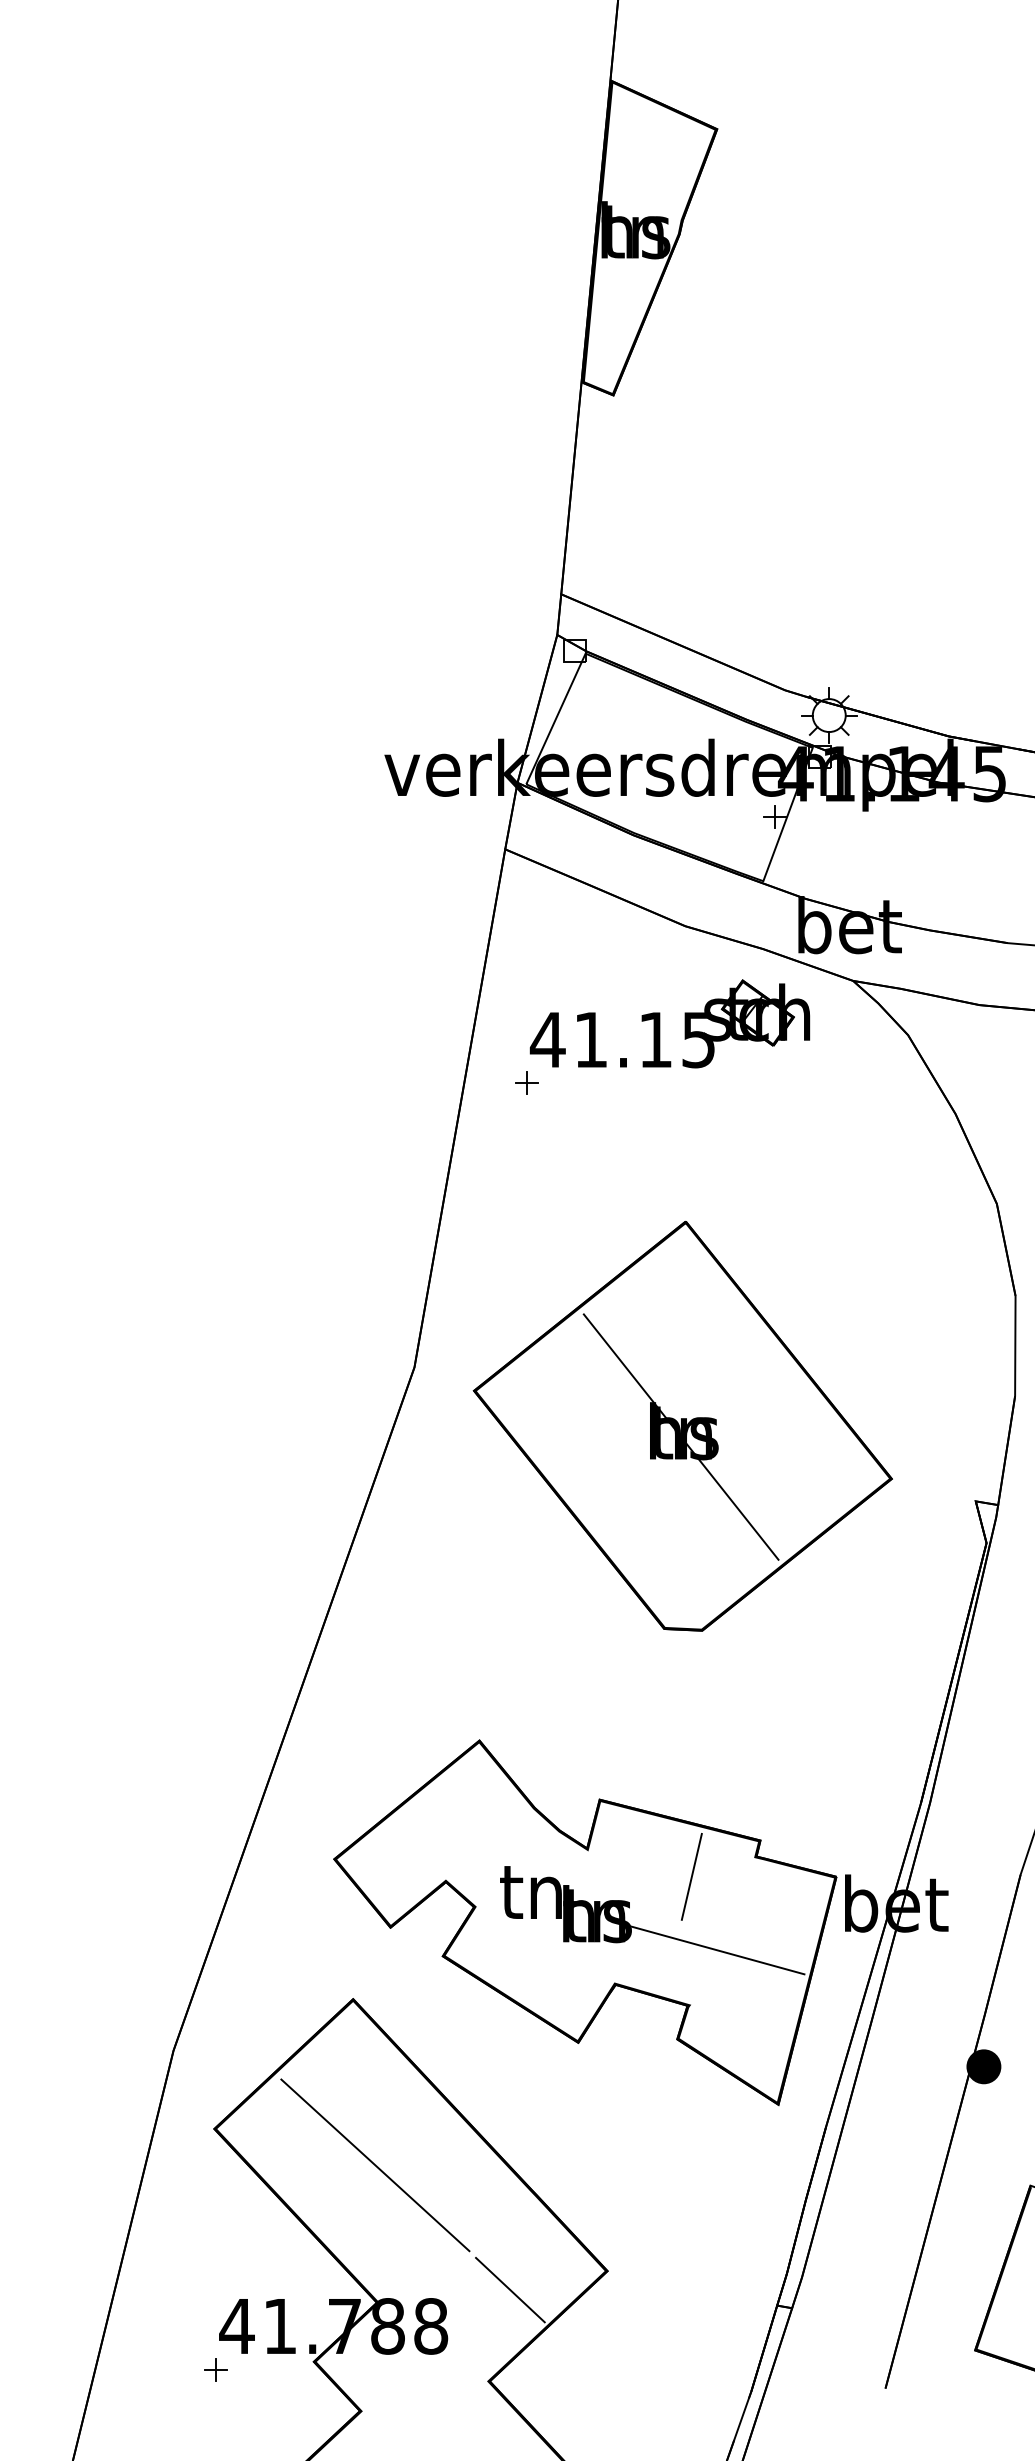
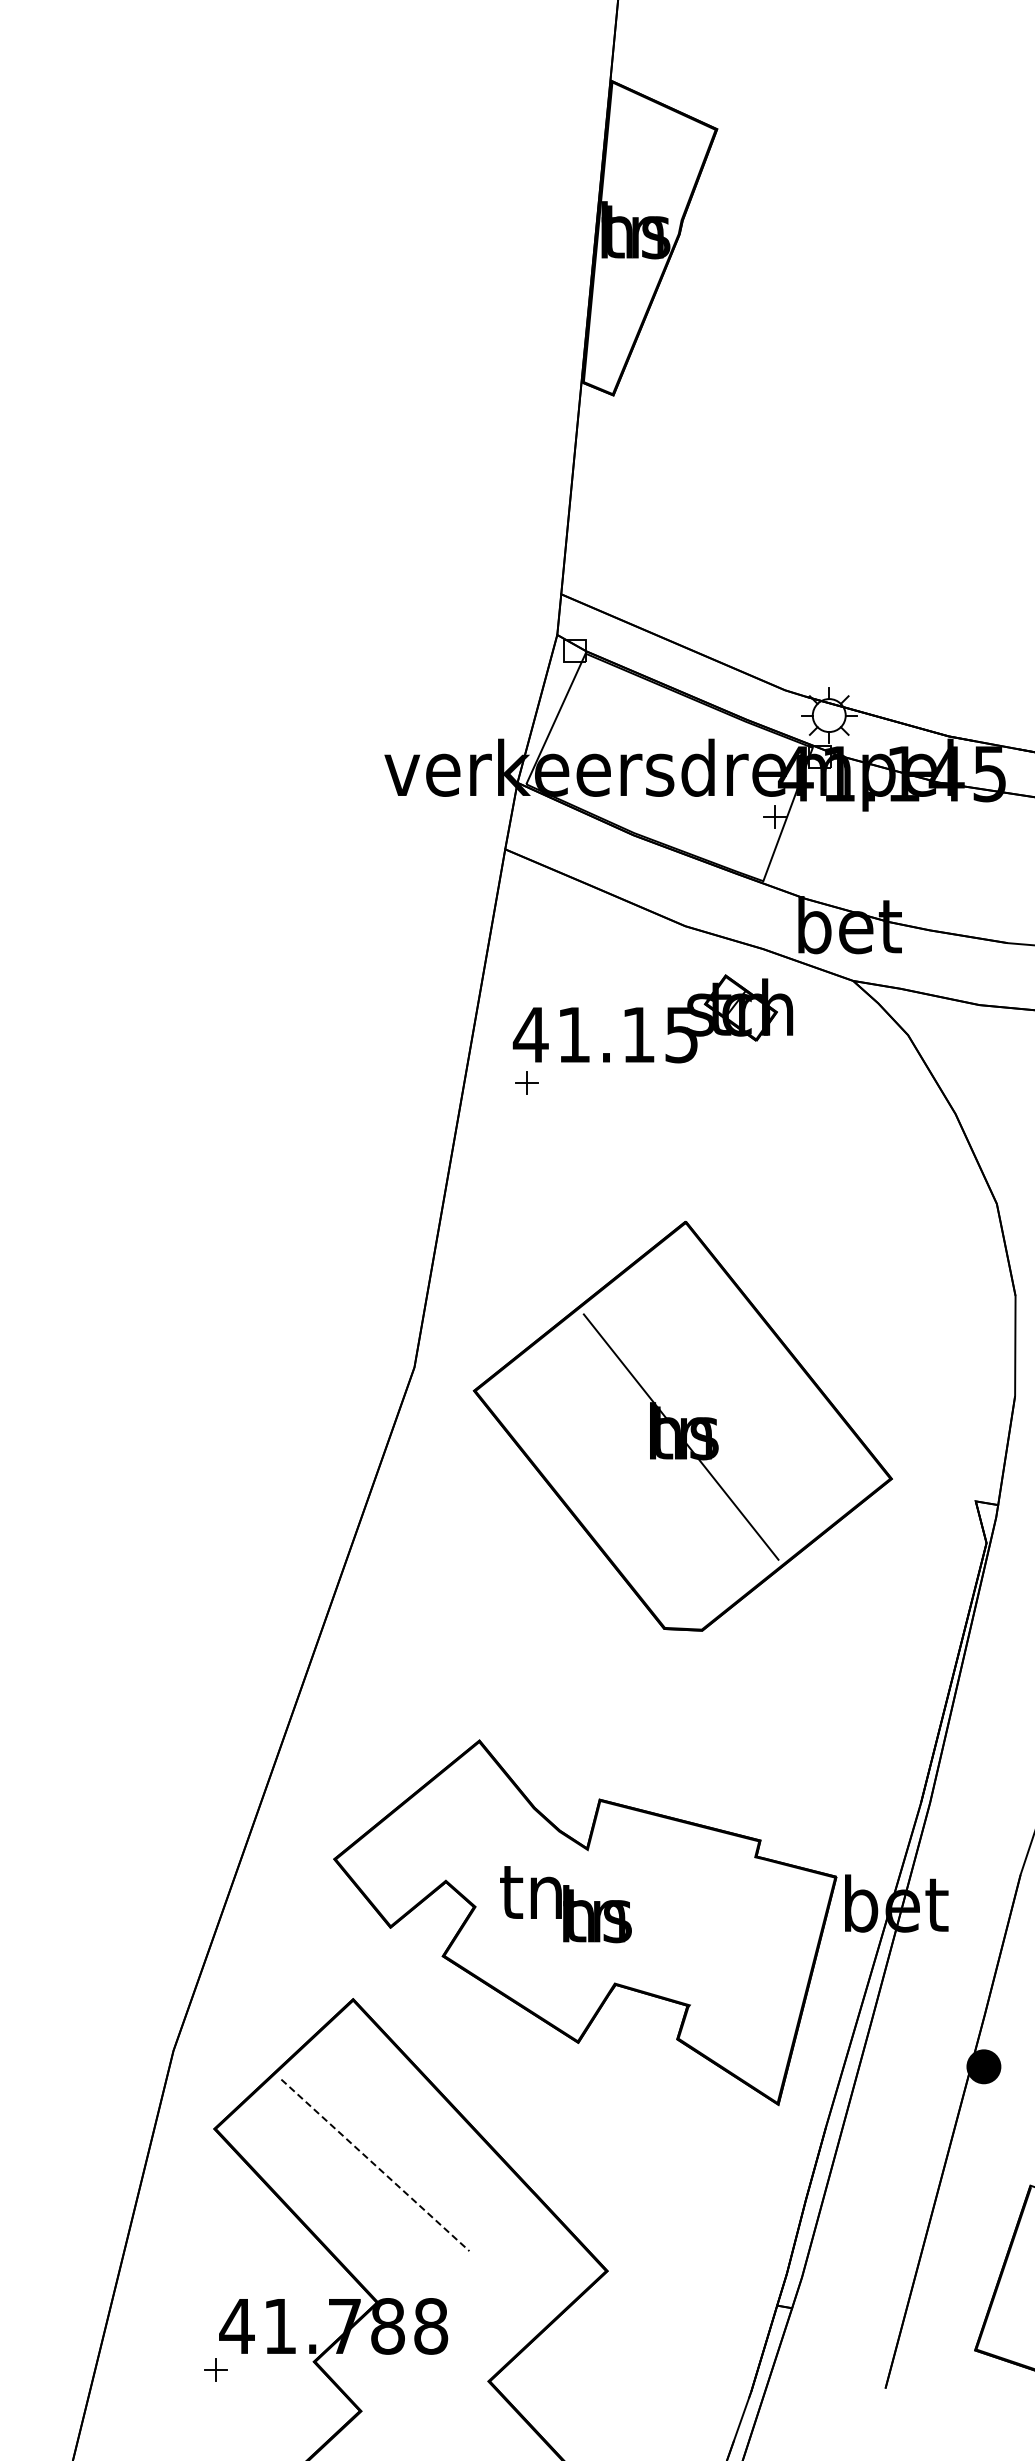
part at (660, 1023) position: (660, 1023) -> (643, 1018)
line at (691, 1876): present -> none
line at (717, 1950): present -> none
line at (375, 2165): solid -> dashed
line at (510, 2289): present -> none
